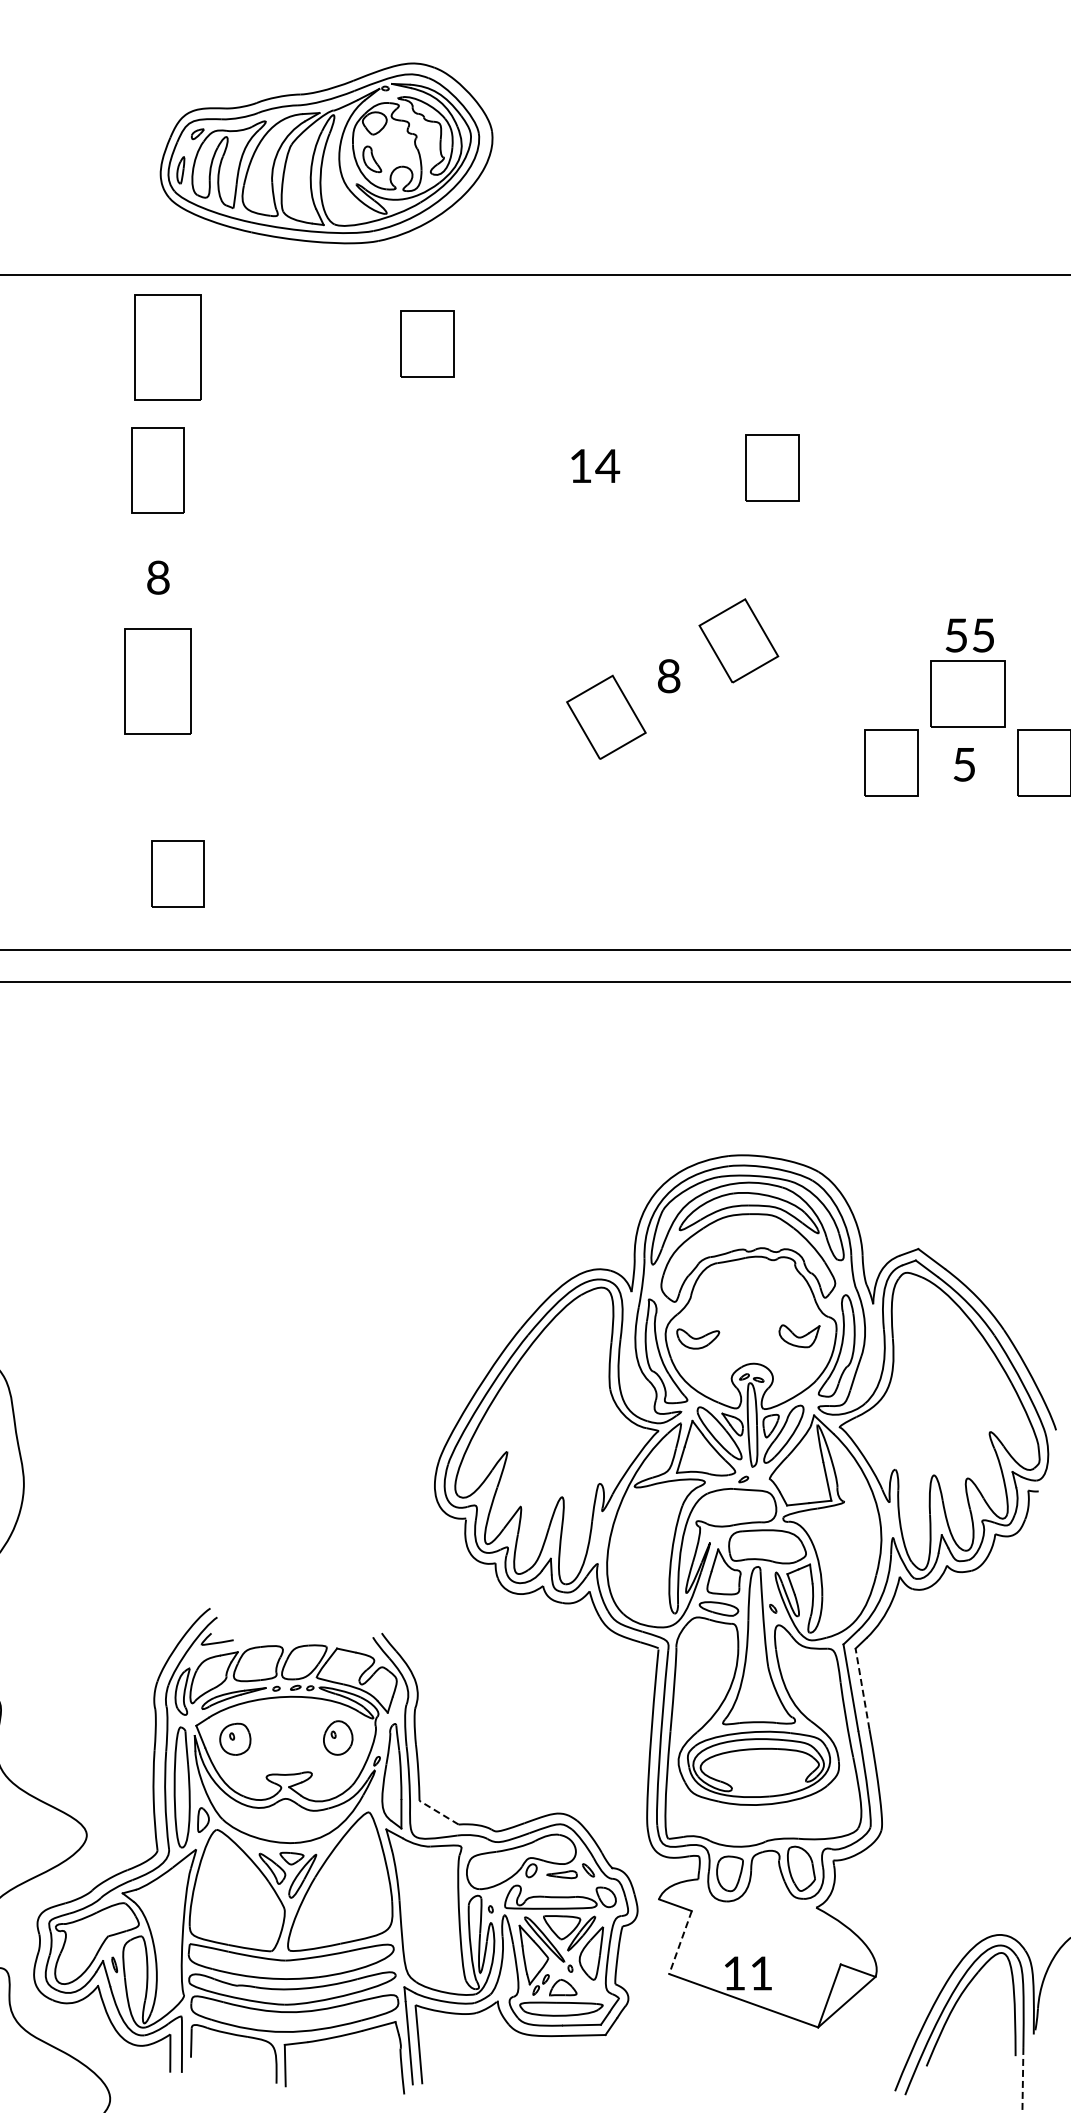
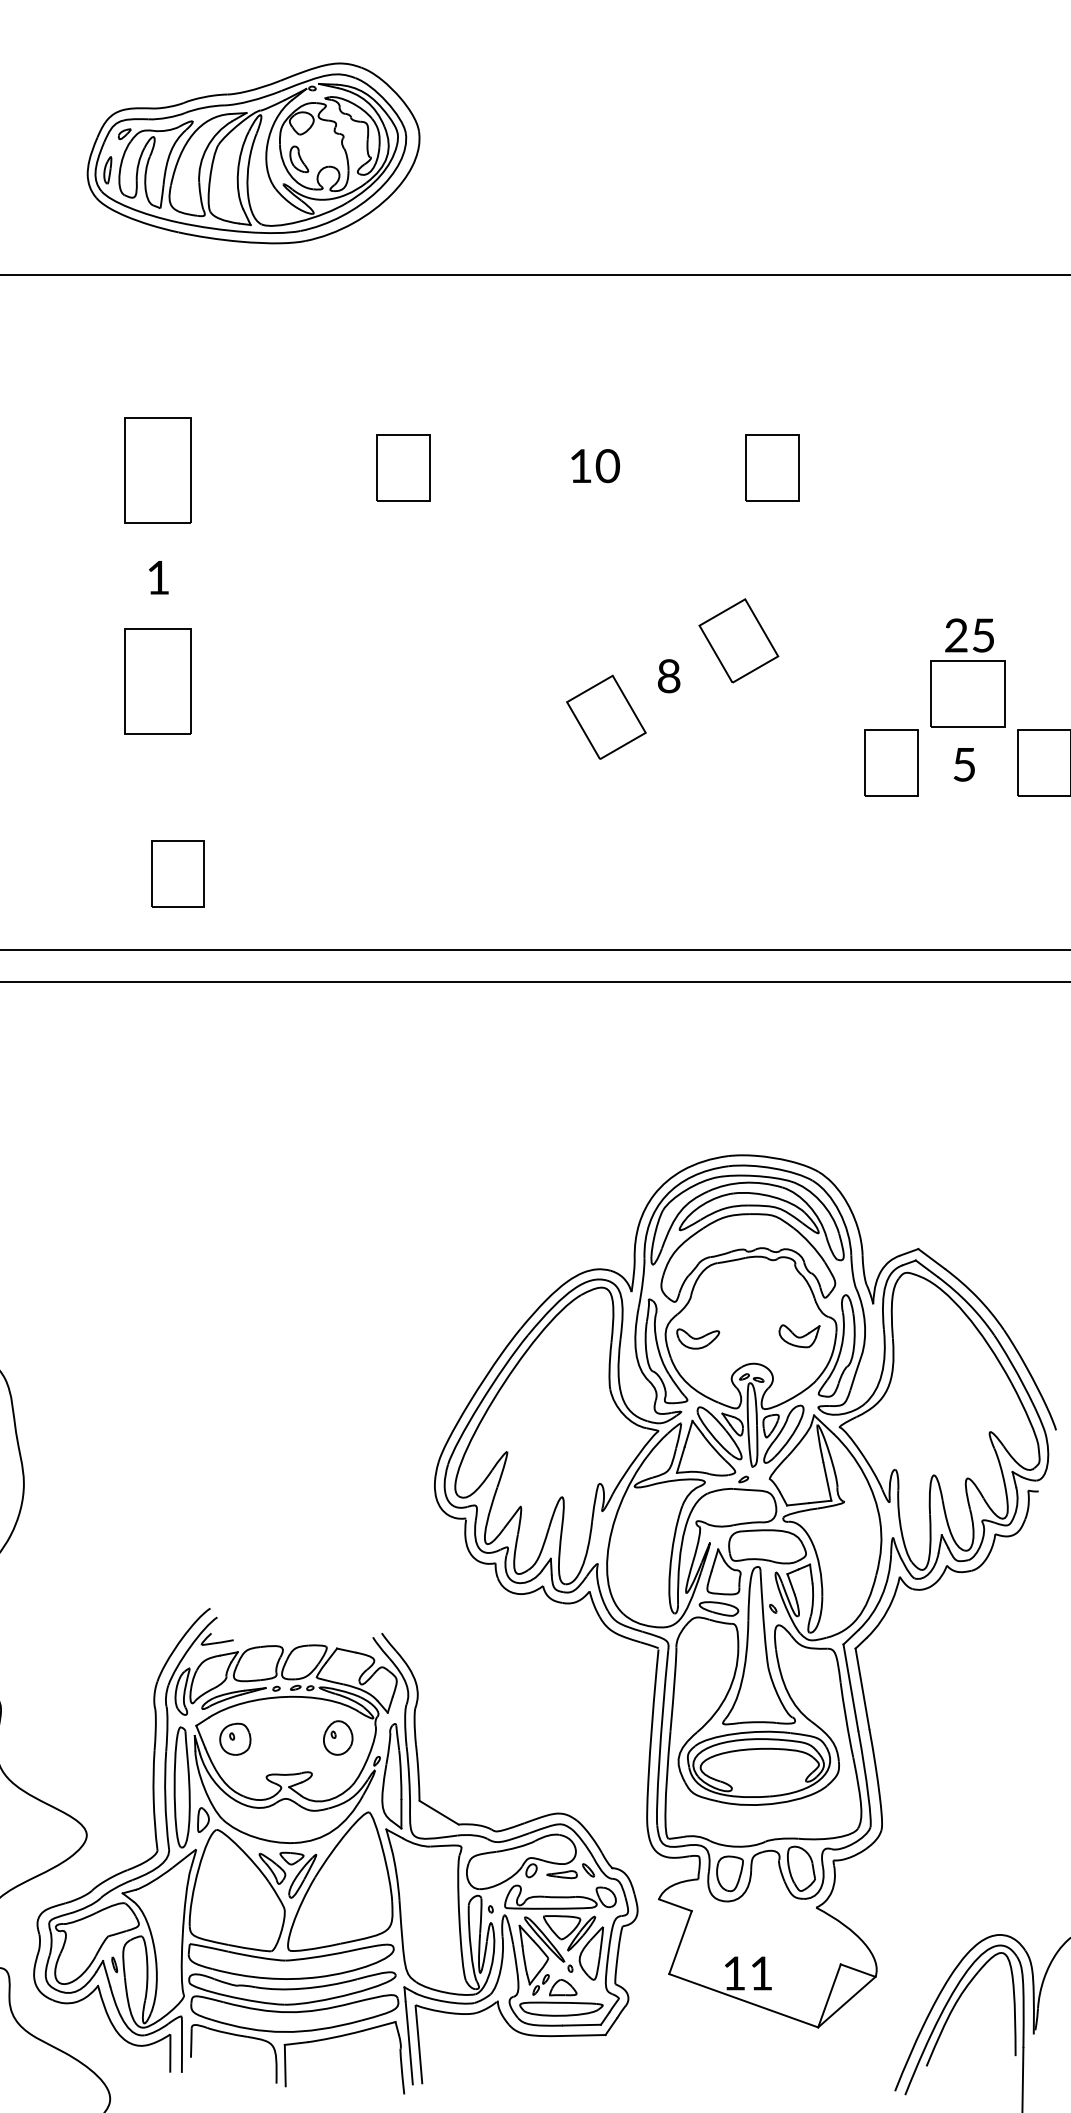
part at (326, 153) position: (326, 153) -> (253, 153)
part at (427, 343) position: (427, 343) -> (403, 467)
part at (167, 347): present -> none
text at (607, 466): 14 -> 10
part at (157, 470) size: 54x87 px -> 68x107 px
text at (158, 577): 8 -> 1
text at (956, 635): 55 -> 25
line at (862, 1688): dashed -> solid
line at (439, 1812): dashed -> solid
line at (680, 1943): dashed -> solid
line at (1022, 2080): dashed -> solid
